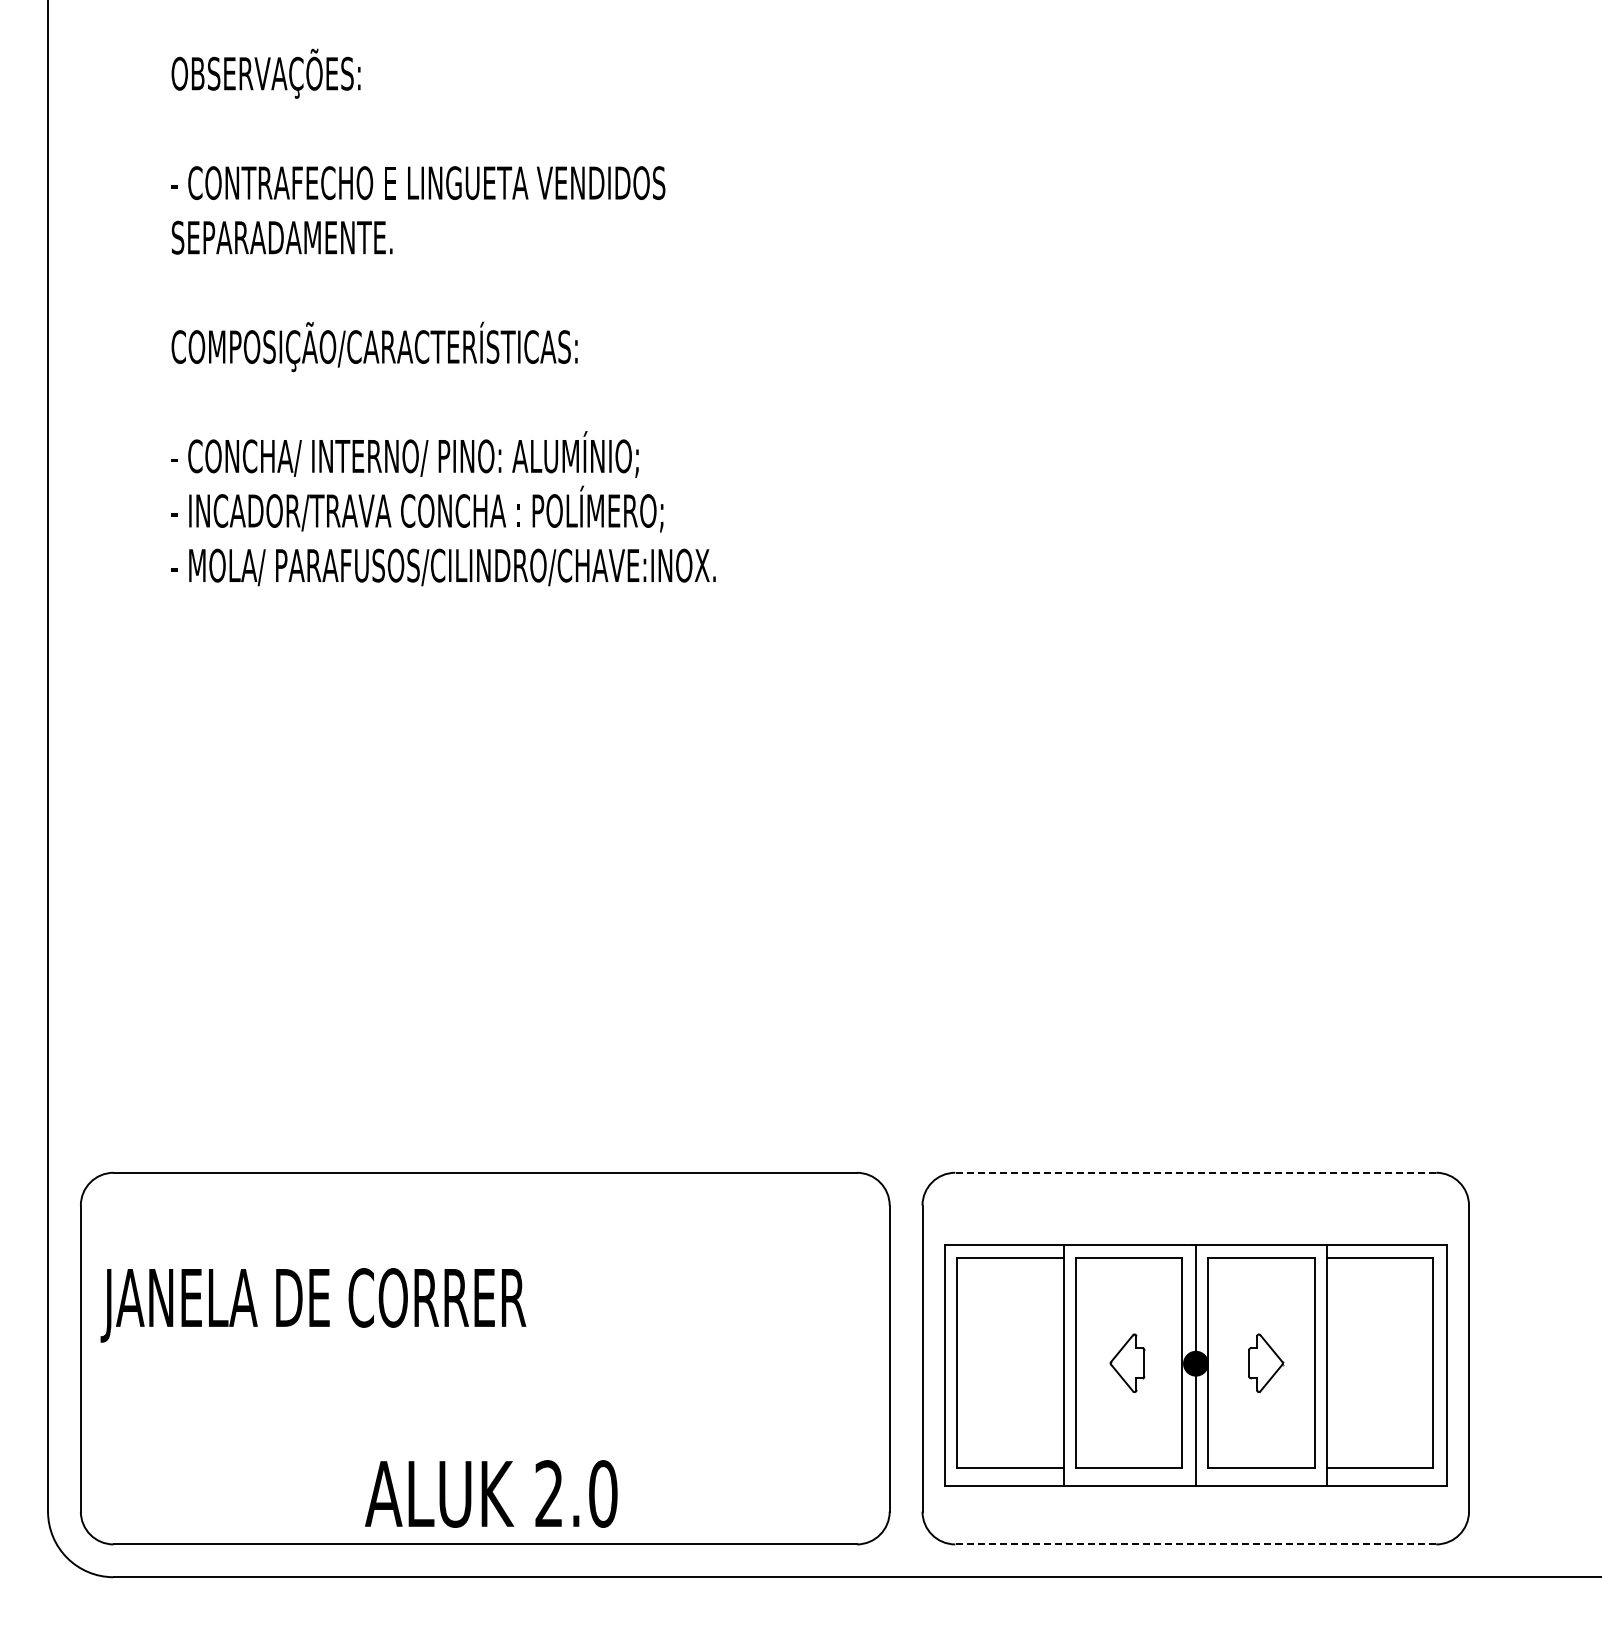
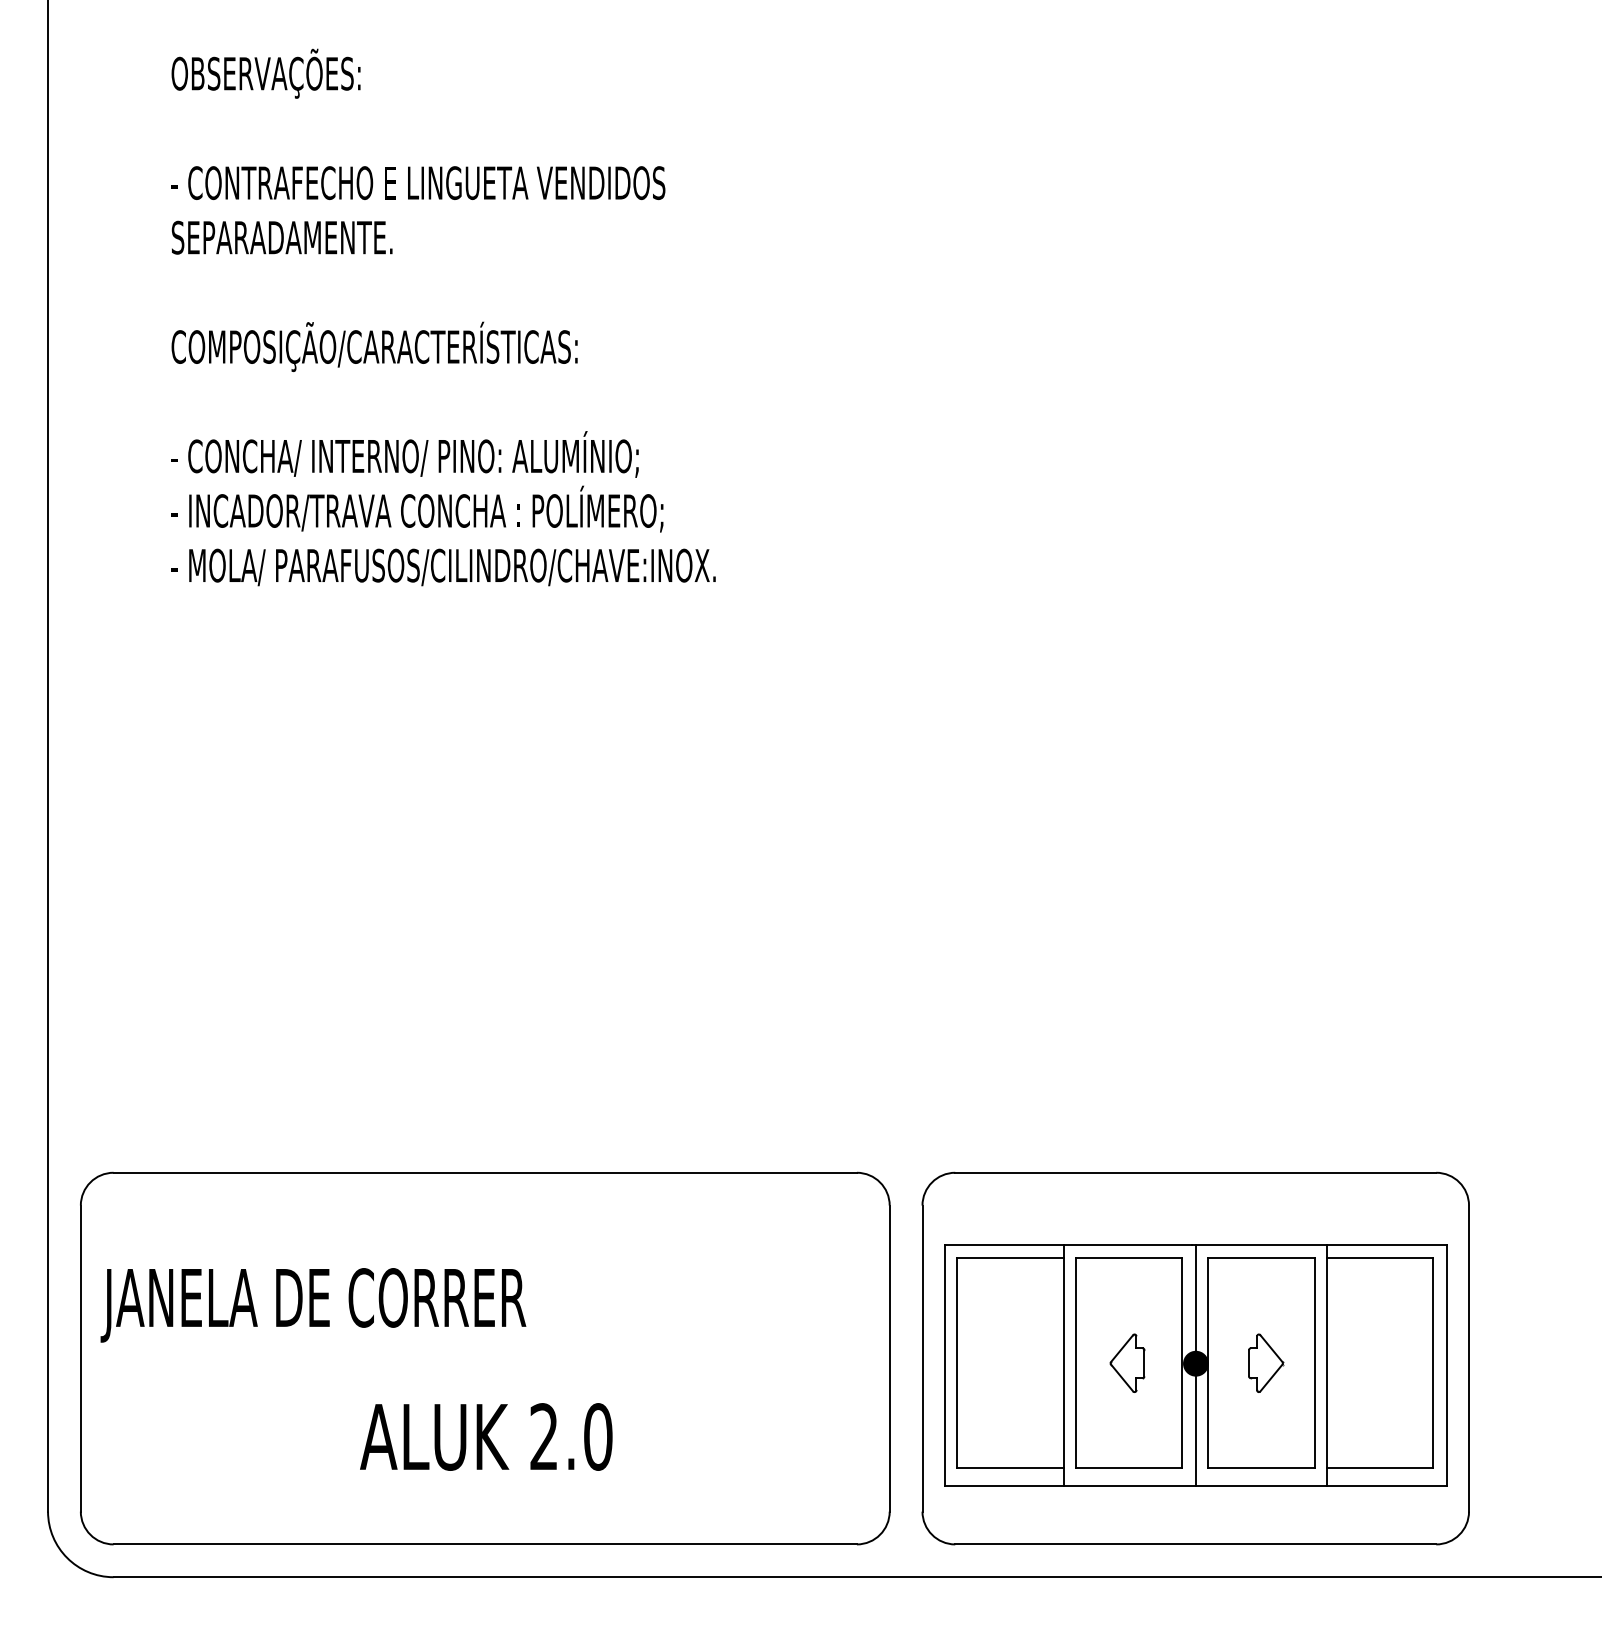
line at (1195, 1172): dashed -> solid
text at (491, 1493) position: (491, 1493) -> (486, 1436)
line at (1195, 1544): dashed -> solid
